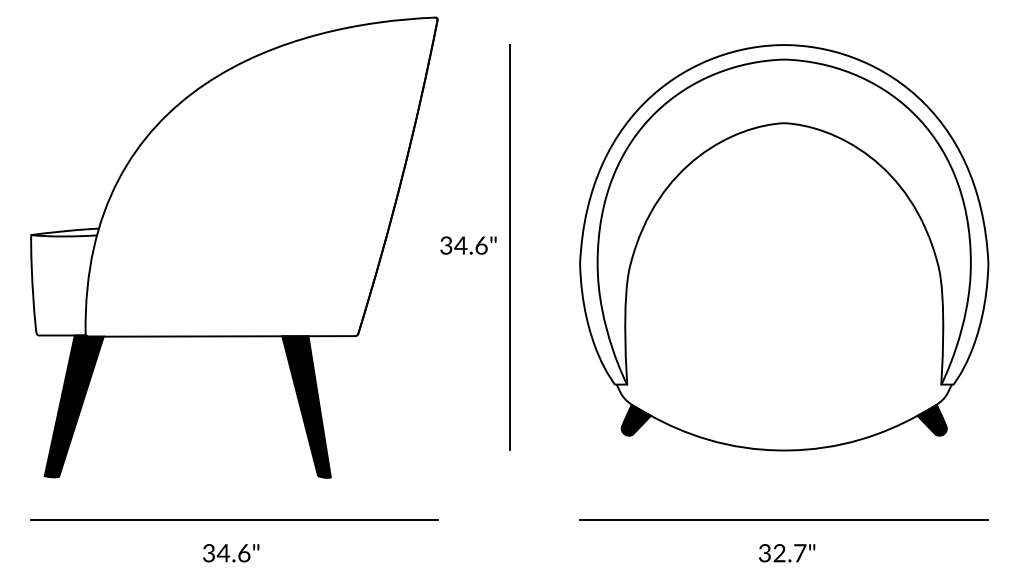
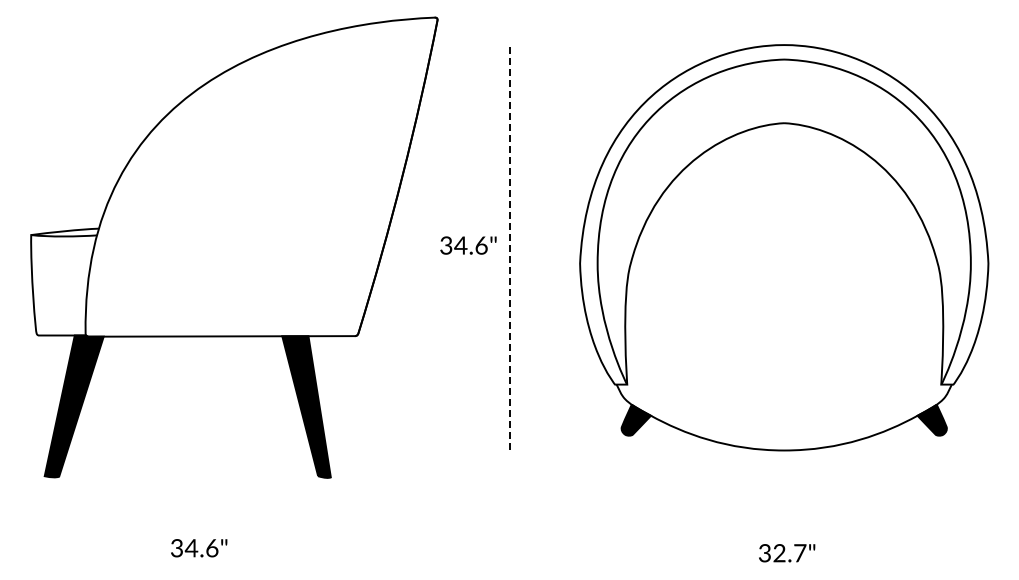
line at (509, 247): solid -> dashed
line at (783, 519): present -> none
line at (234, 520): present -> none
text at (231, 553) position: (231, 553) -> (199, 548)
